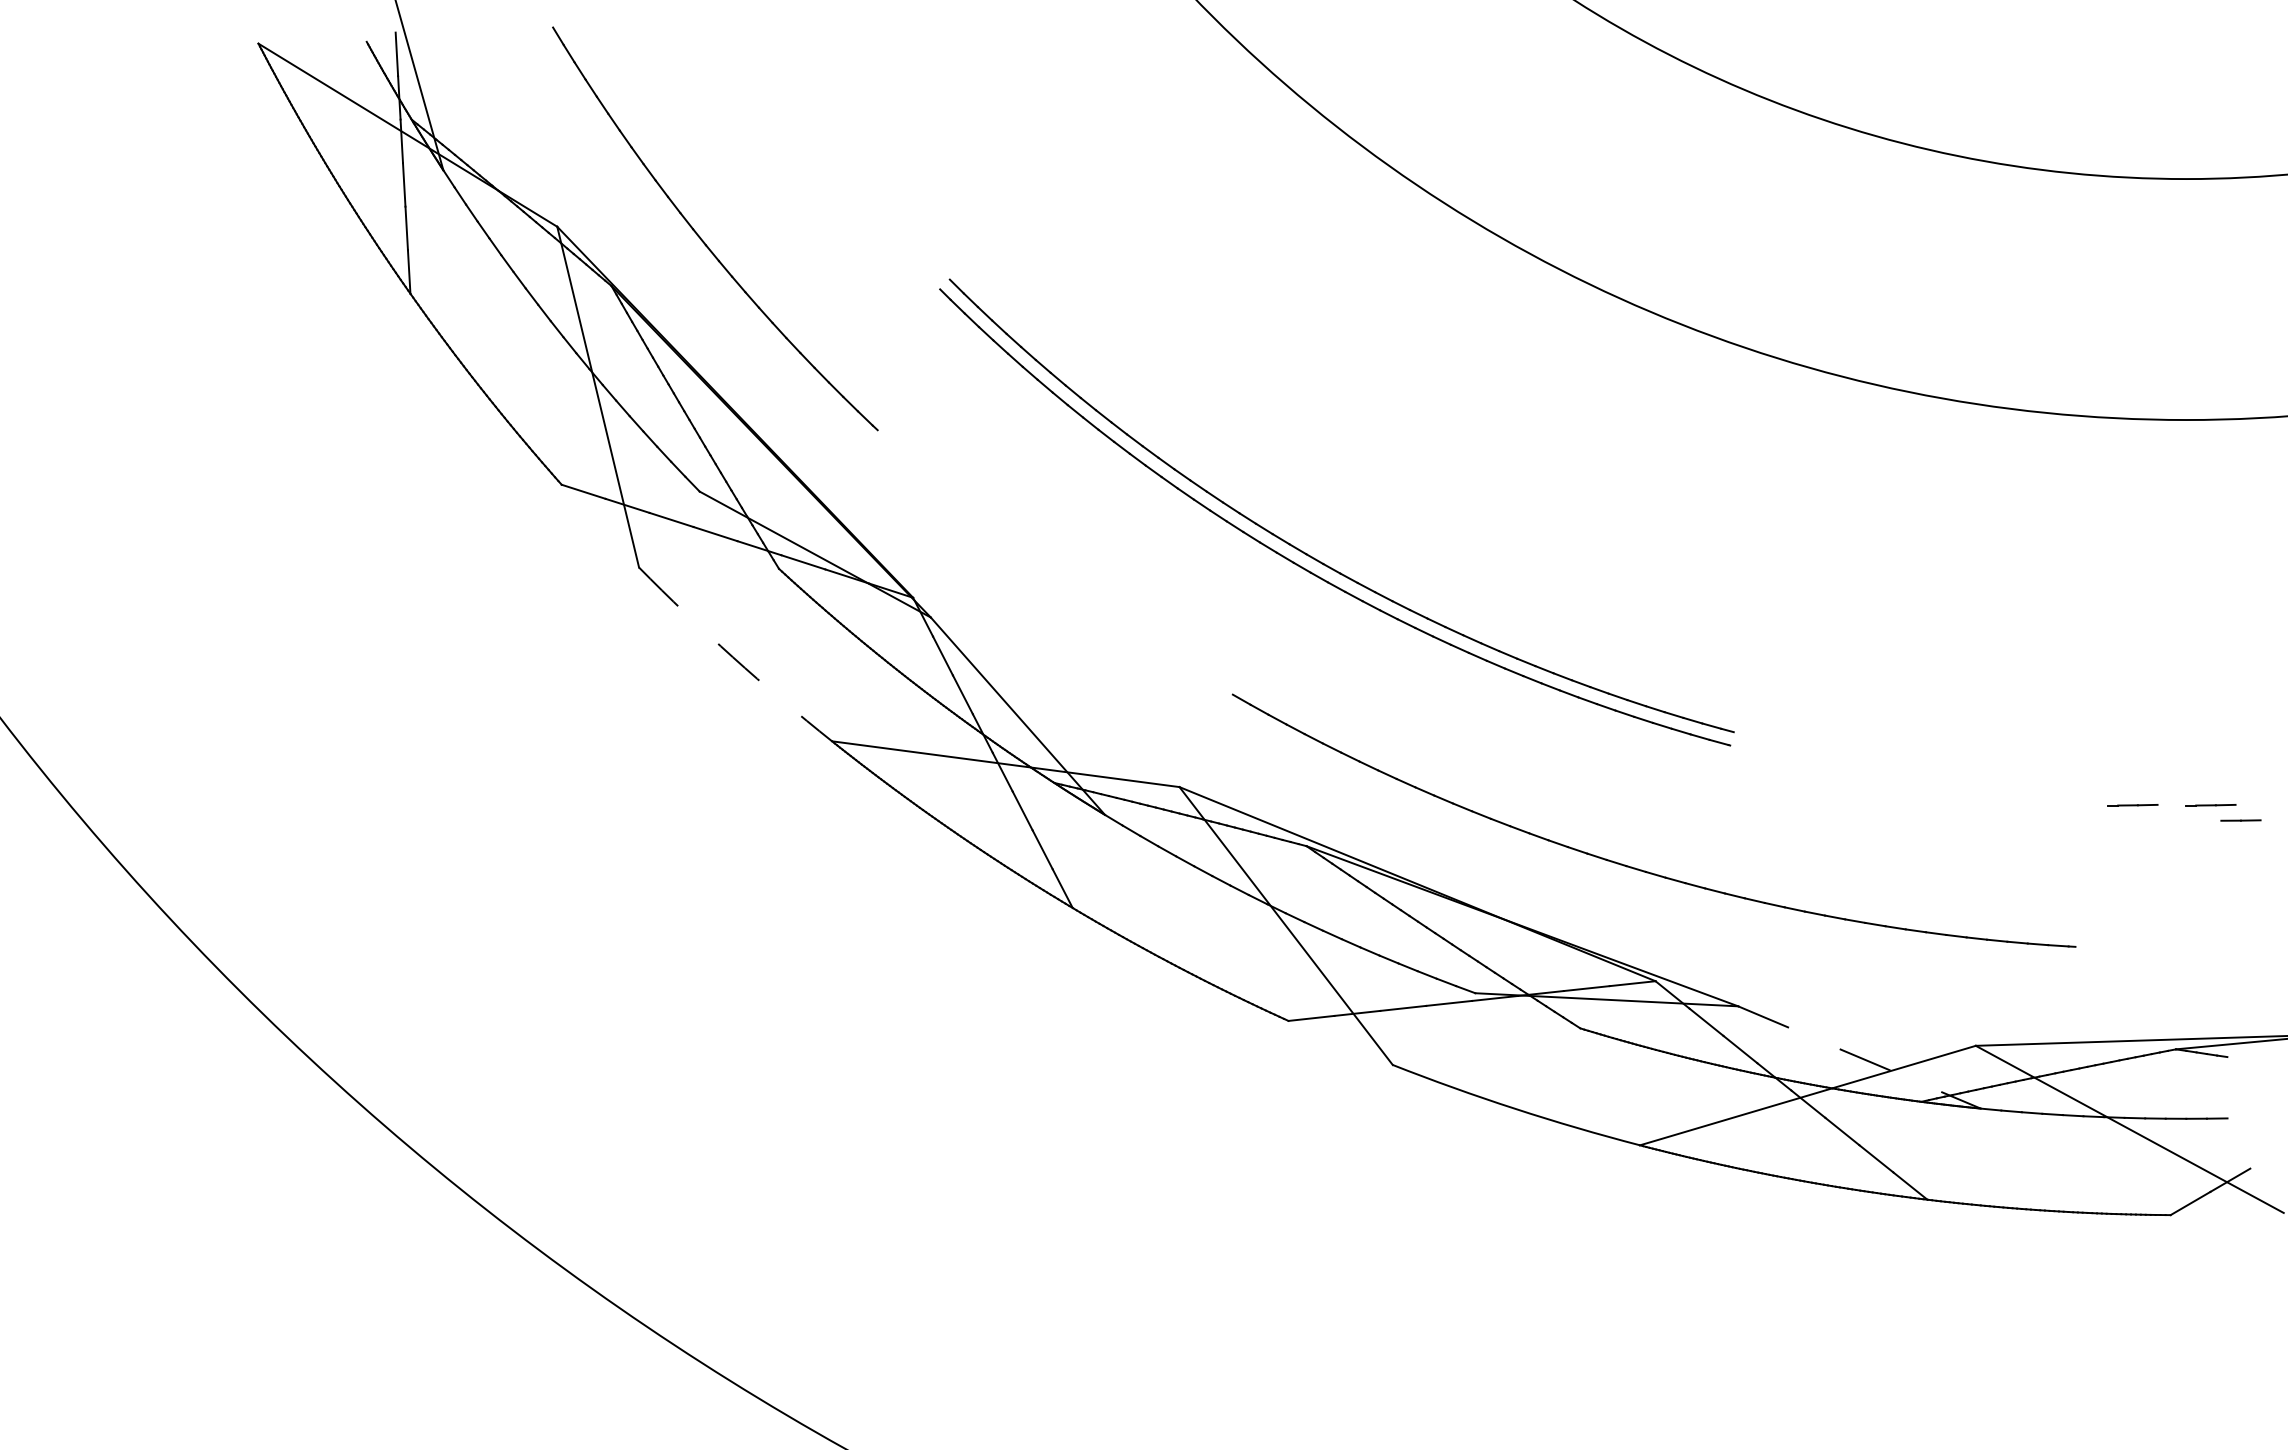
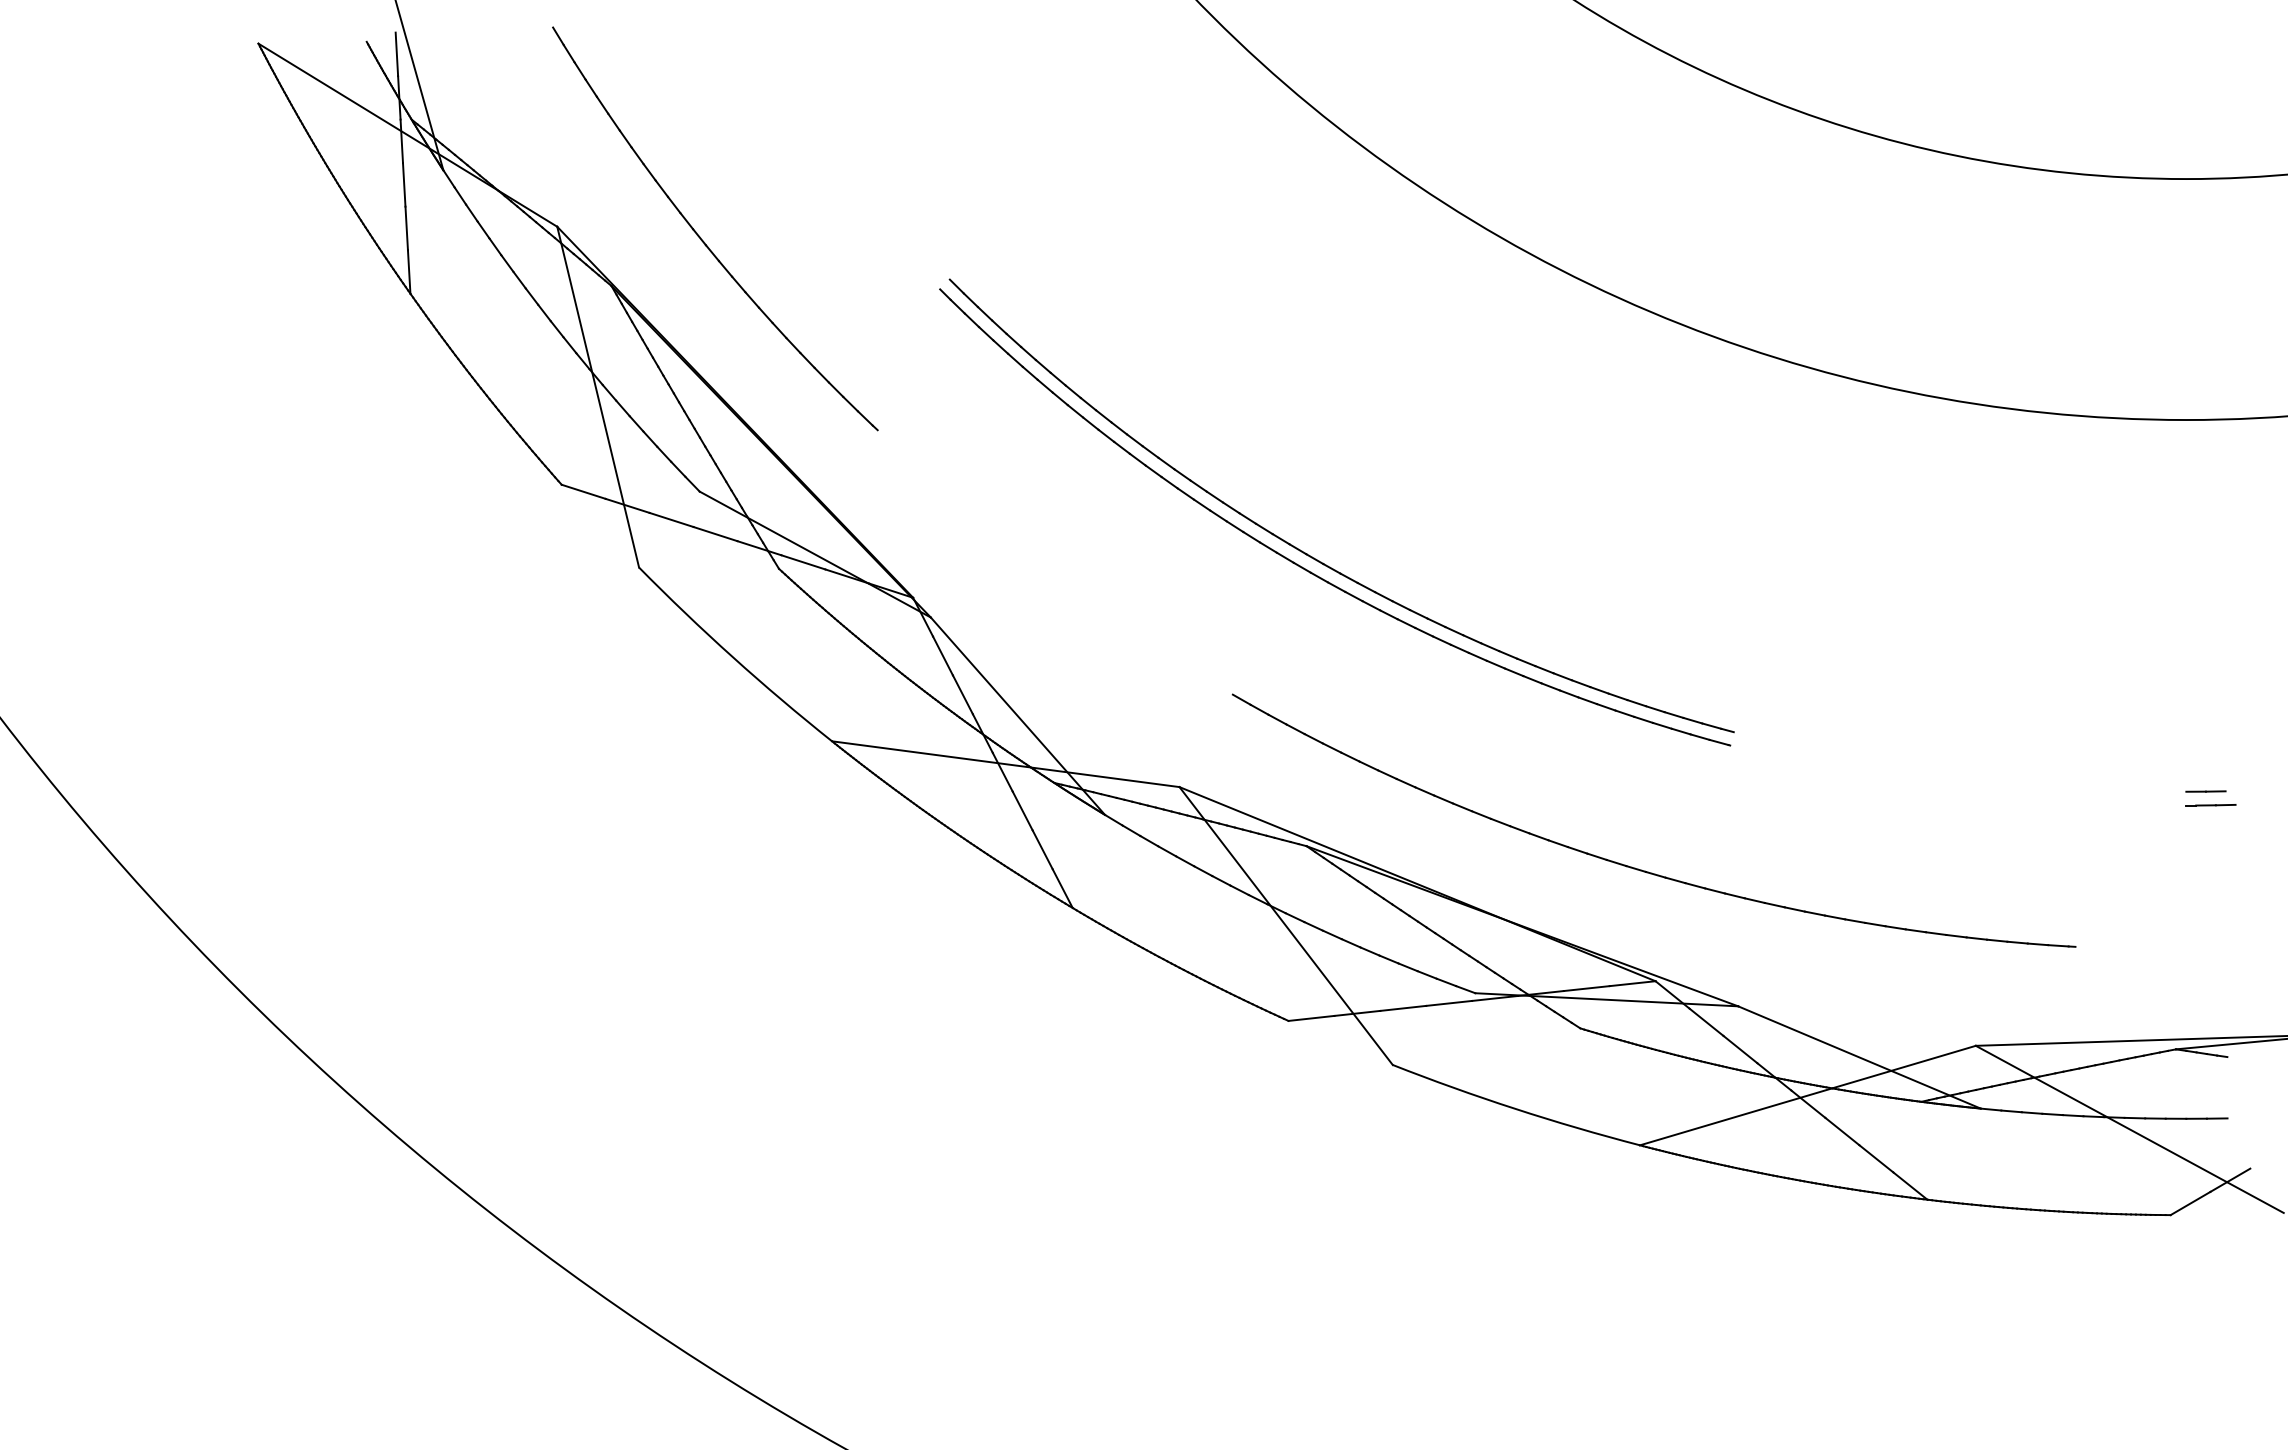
arc at (732, 657): dashed -> solid
line at (2132, 805): present -> none
line at (2240, 820) position: (2240, 820) -> (2205, 791)
line at (1859, 1057): dashed -> solid
